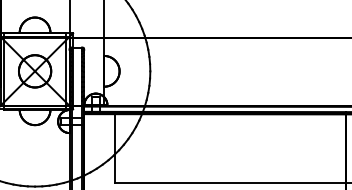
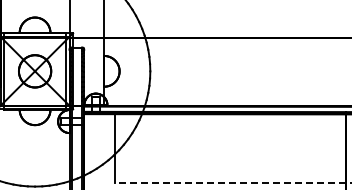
line at (232, 182): solid -> dashed
